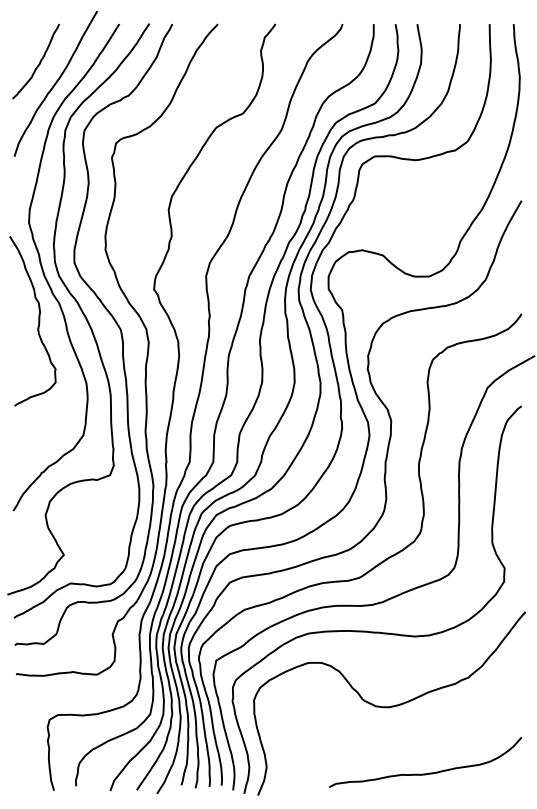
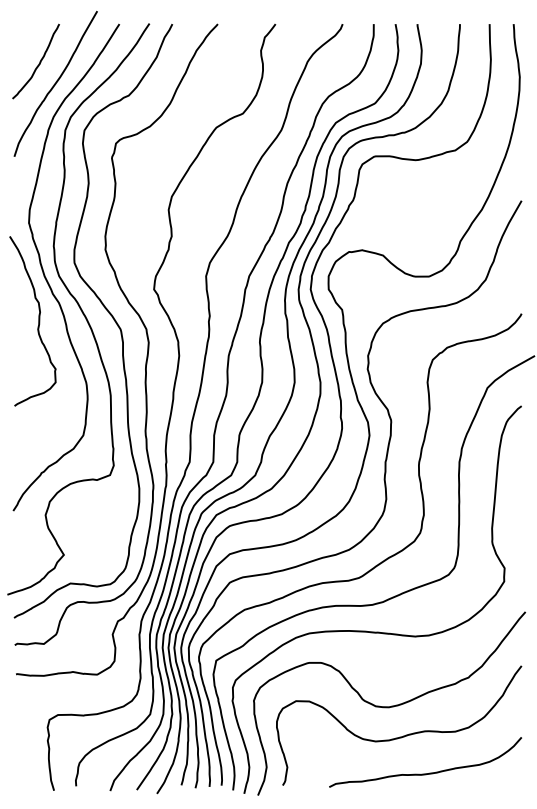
curve at (403, 735): none -> present
